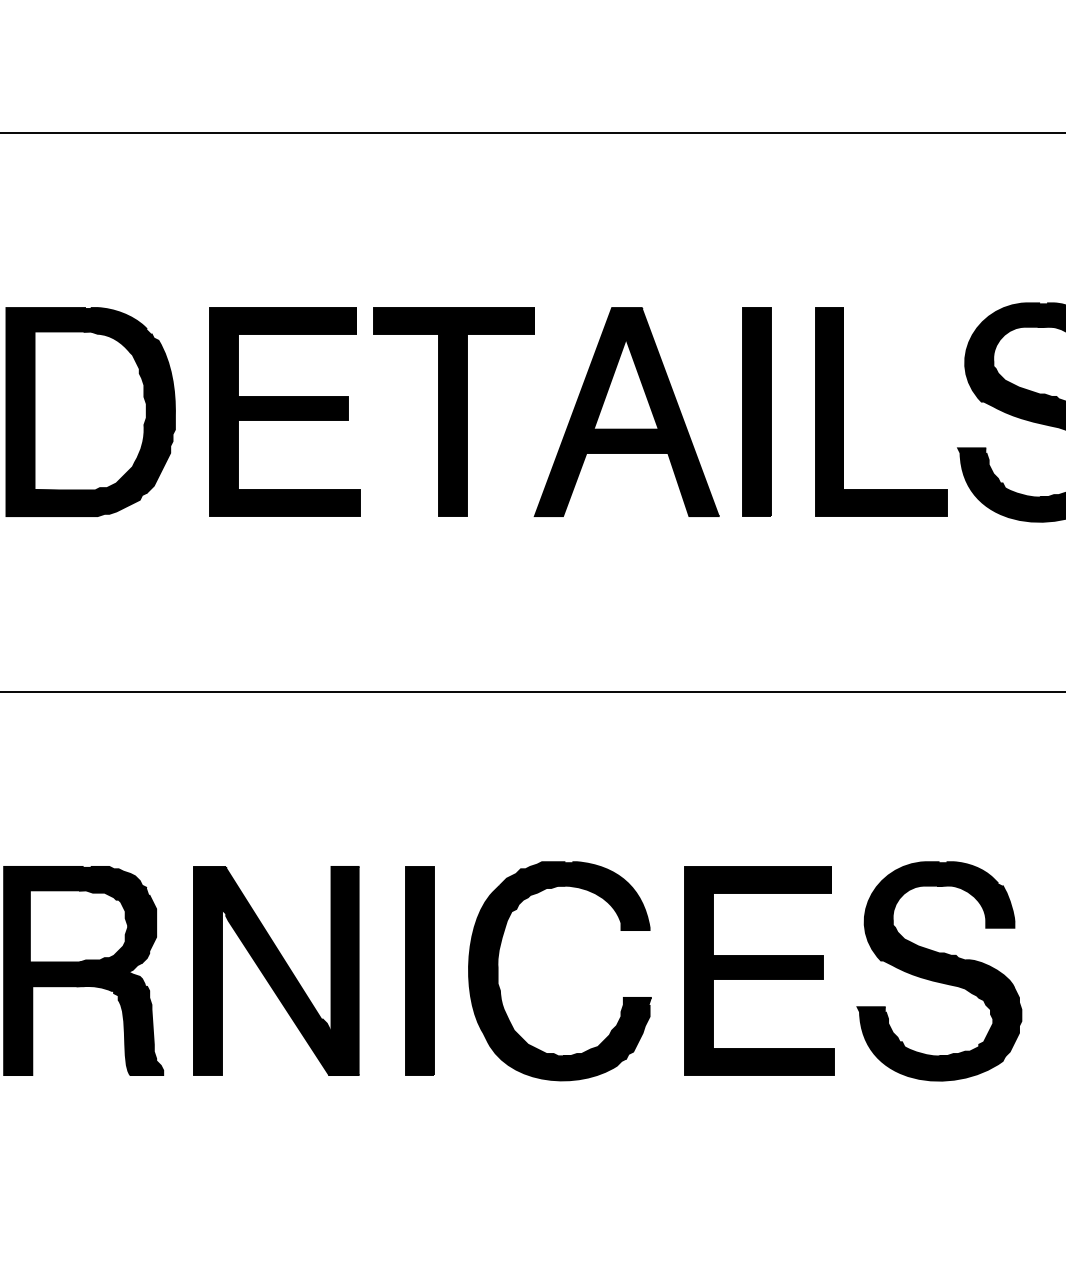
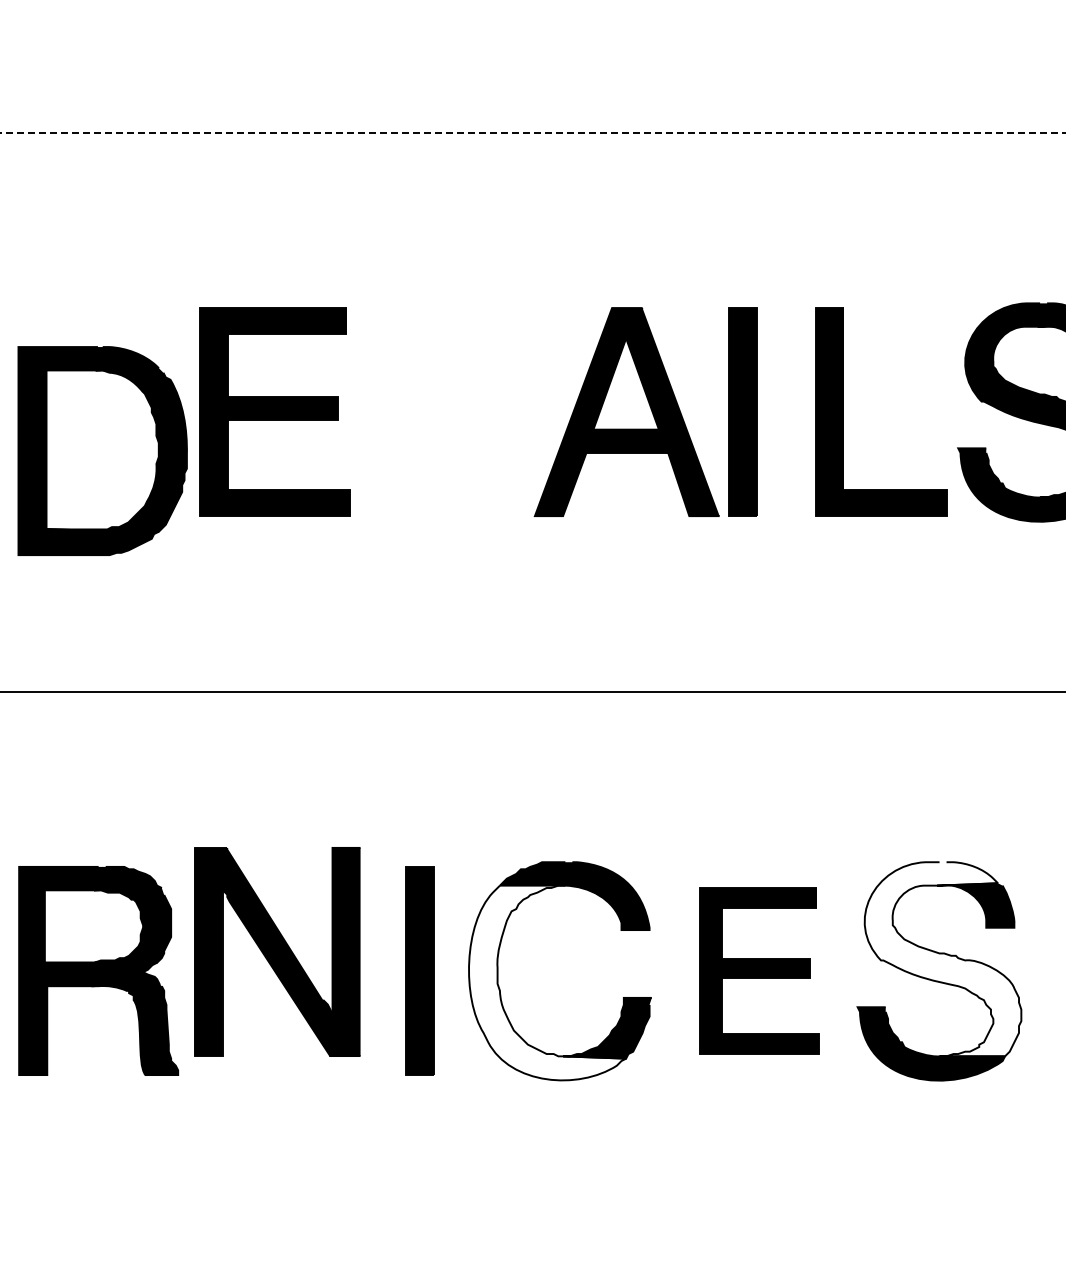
line at (532, 132): solid -> dashed
part at (90, 411) position: (90, 411) -> (102, 450)
part at (284, 411) position: (284, 411) -> (274, 411)
part at (453, 411): present -> none
part at (756, 411) position: (756, 411) -> (742, 411)
fill at (942, 959): present -> none
part at (83, 970) position: (83, 970) -> (98, 970)
part at (276, 970) position: (276, 970) -> (277, 951)
part at (759, 970) size: 151x210 px -> 121x168 px
fill at (547, 982): present -> none
